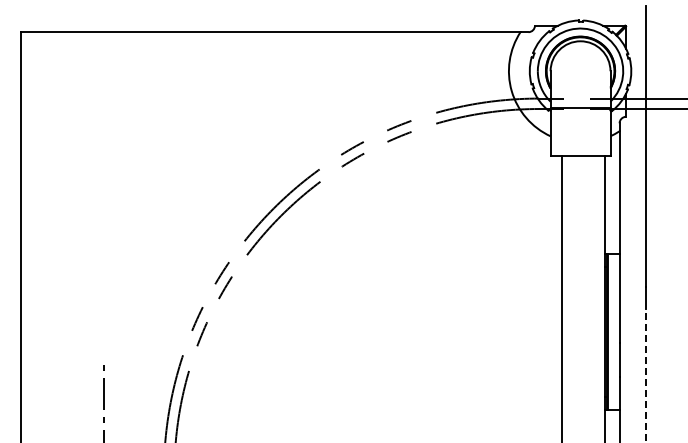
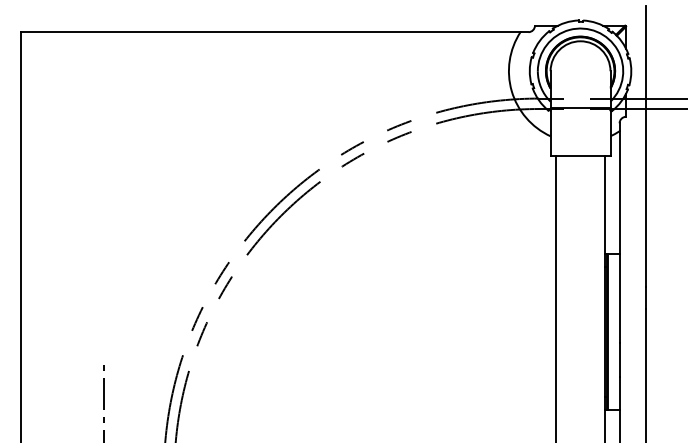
line at (561, 297) position: (561, 297) -> (555, 297)
line at (645, 375): dashed -> solid
